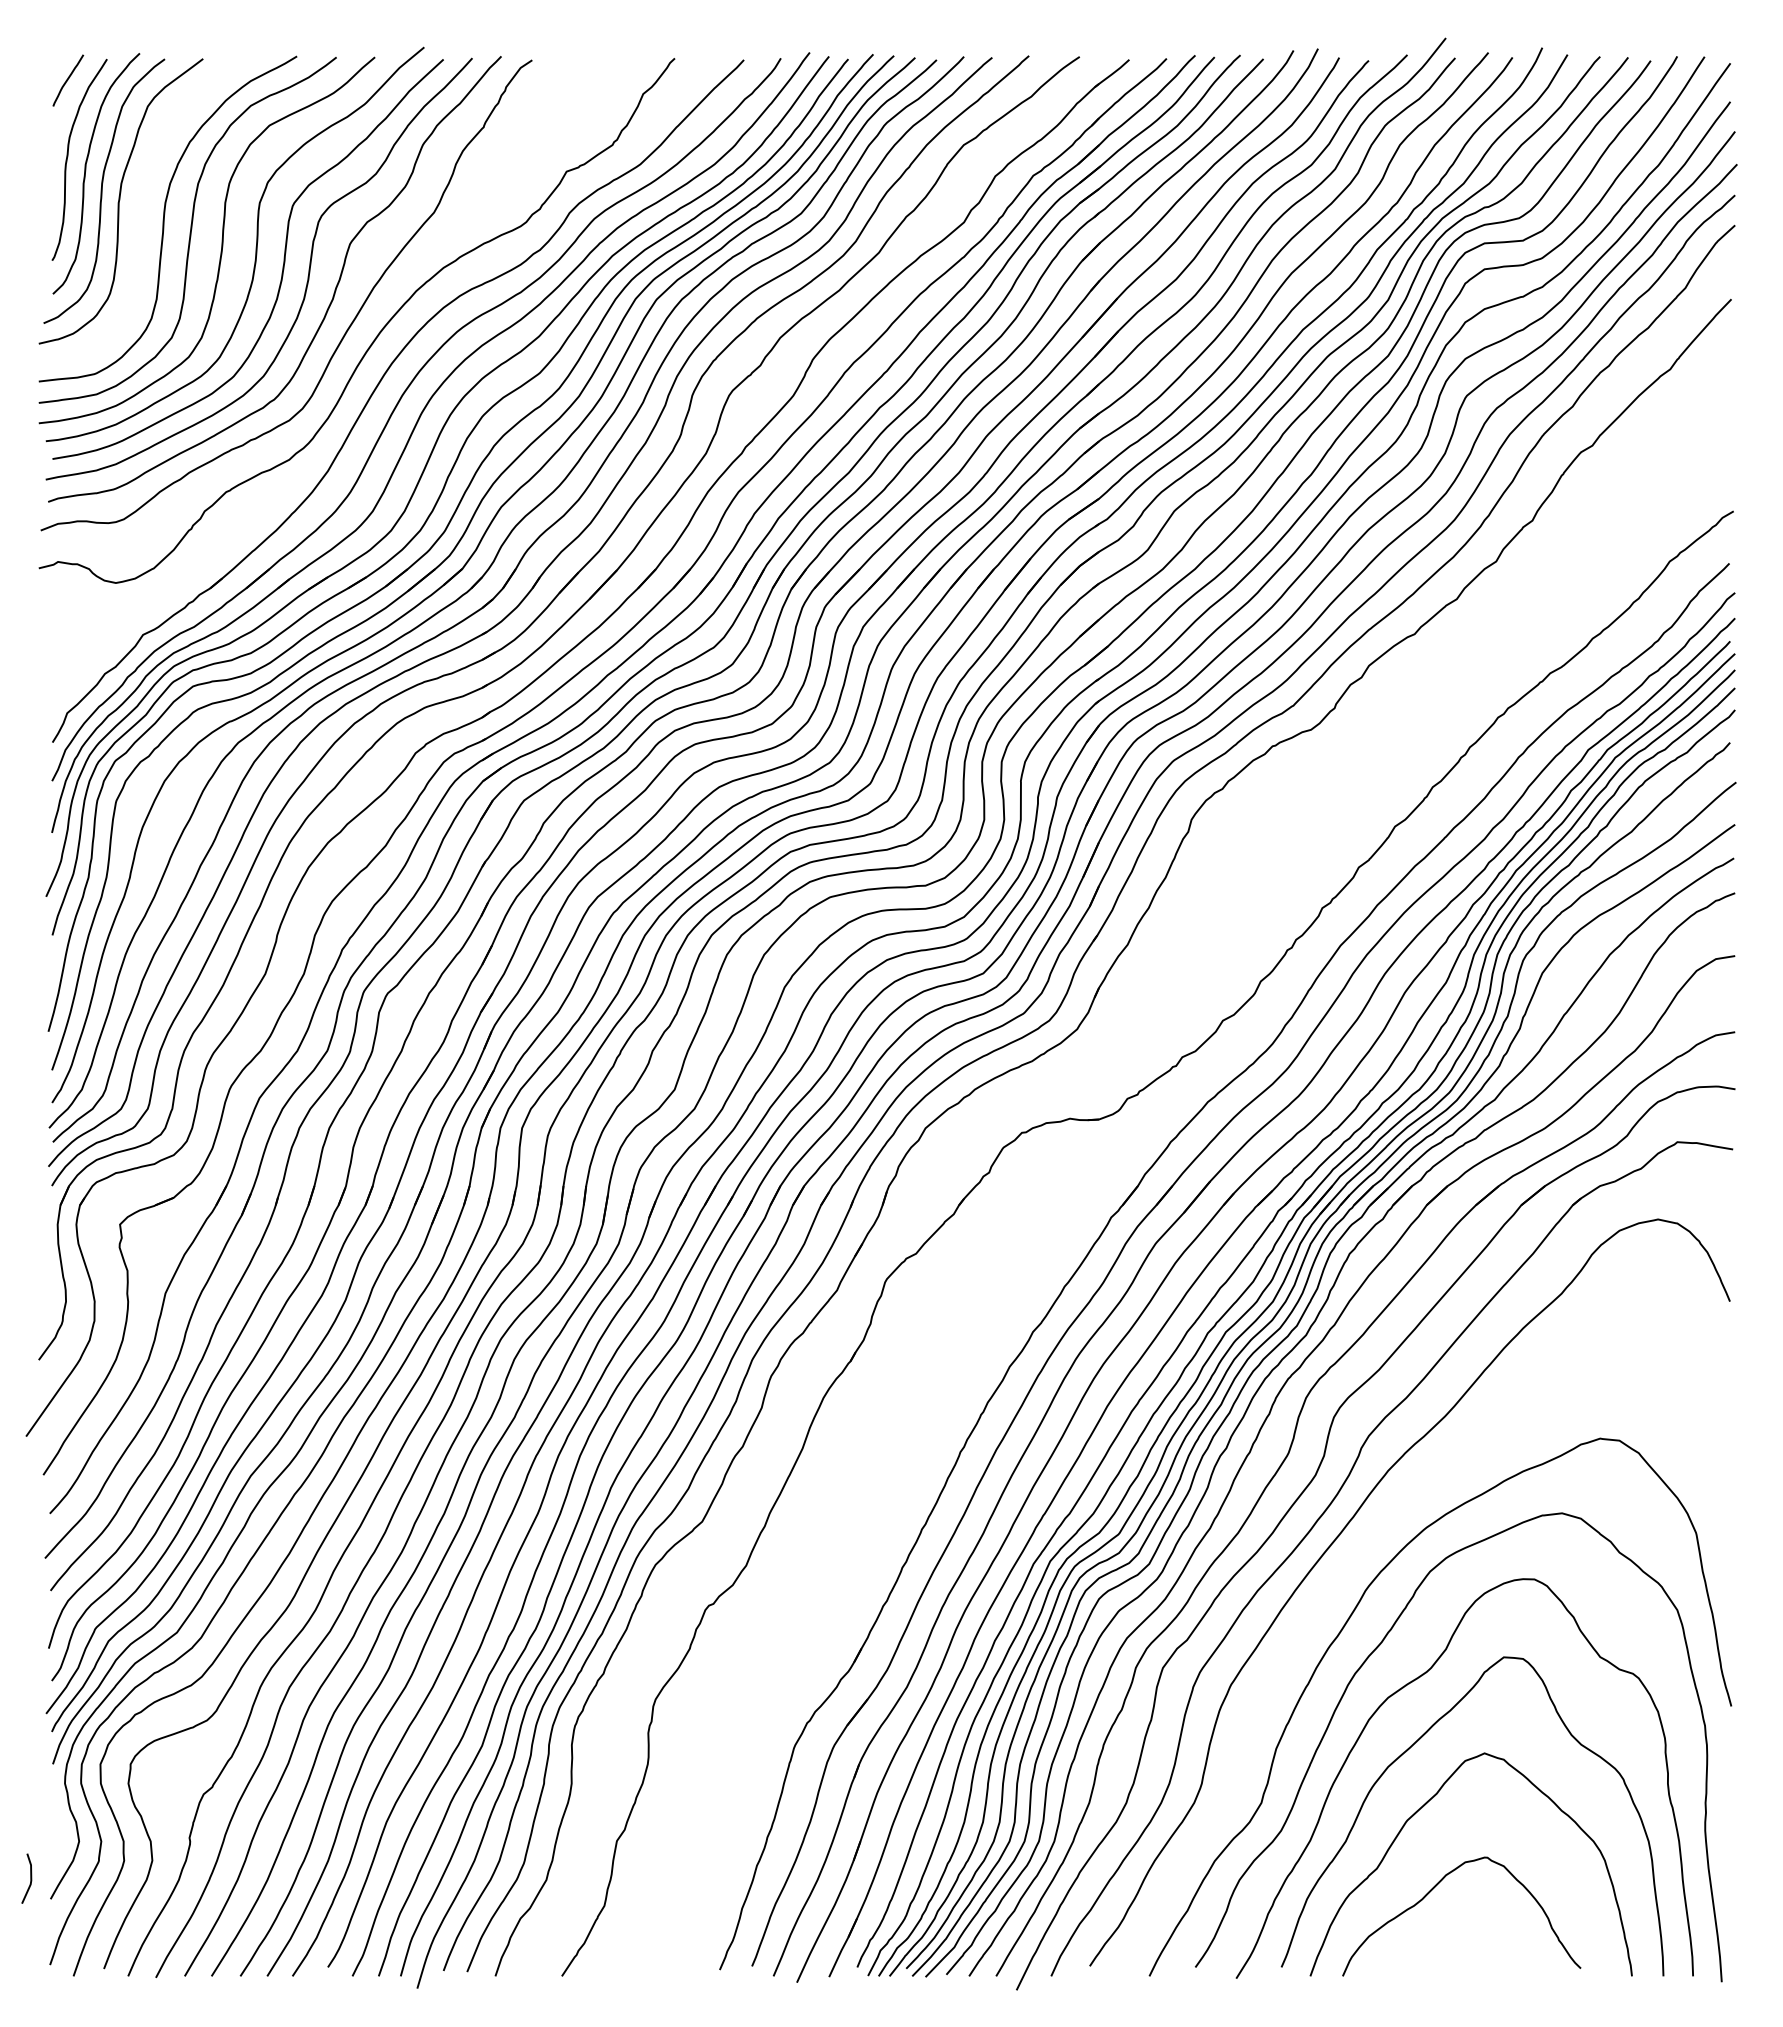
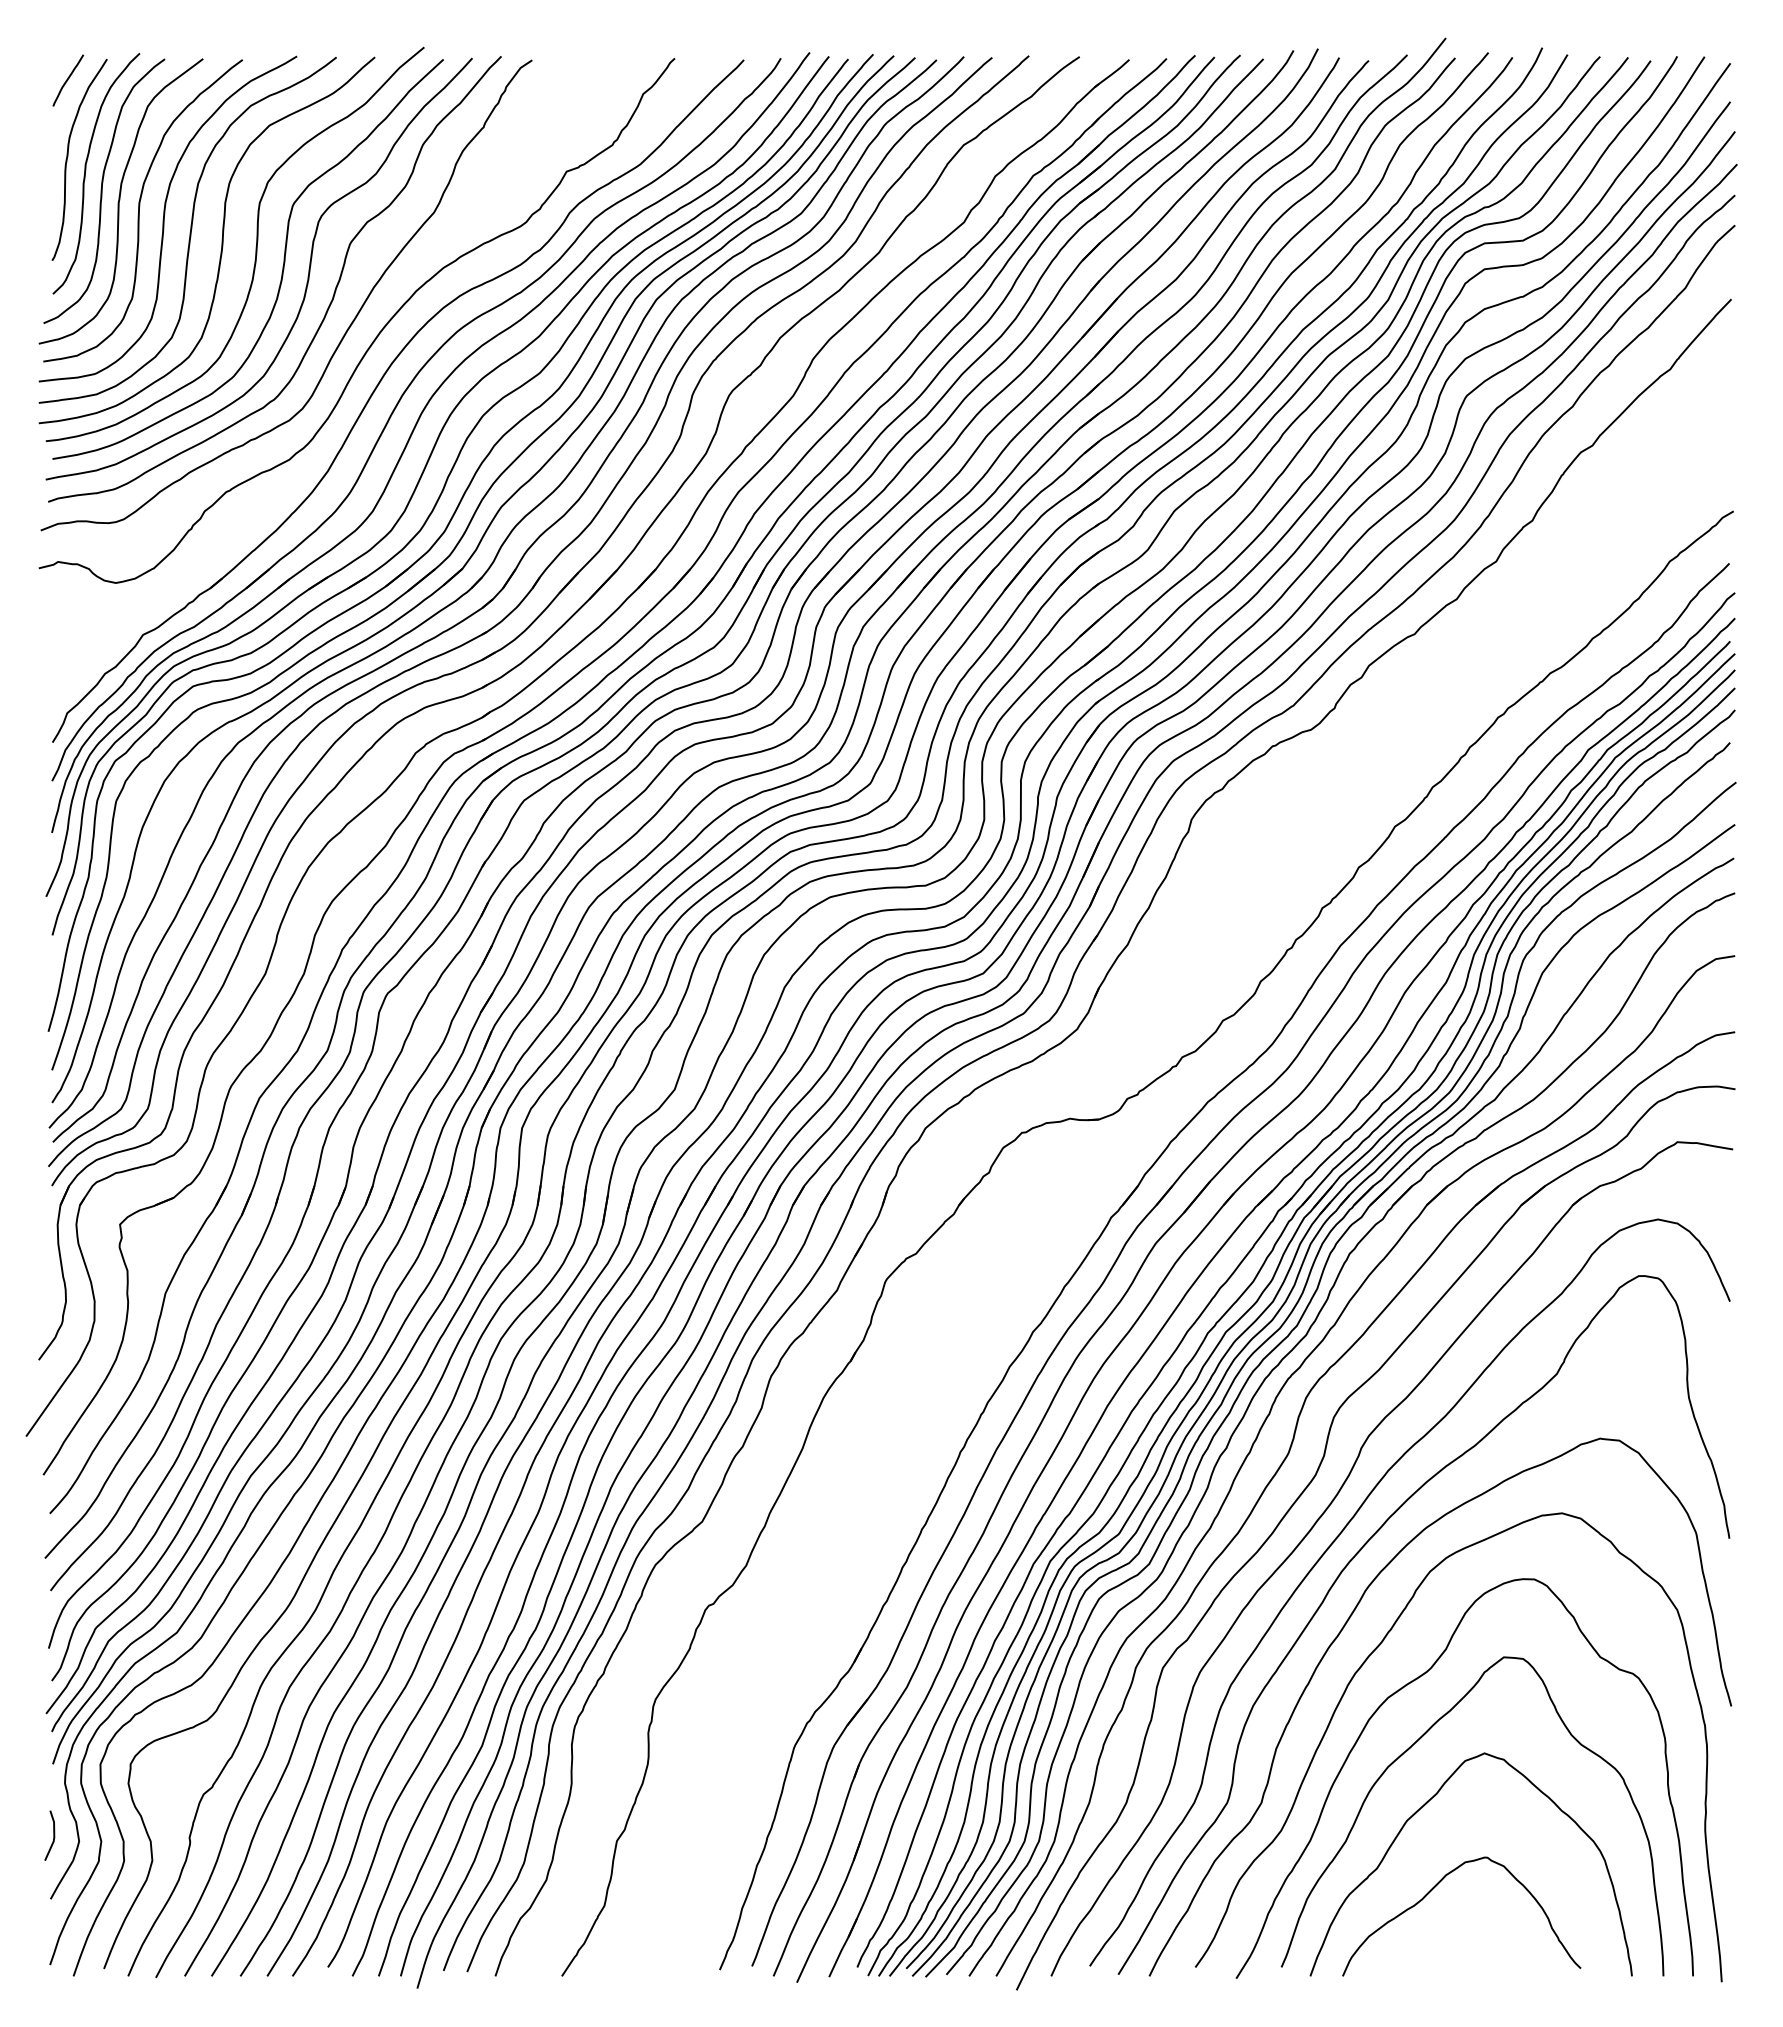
curve at (139, 210): none -> present
curve at (1353, 1559): none -> present
line at (30, 1878) position: (30, 1878) -> (53, 1835)
